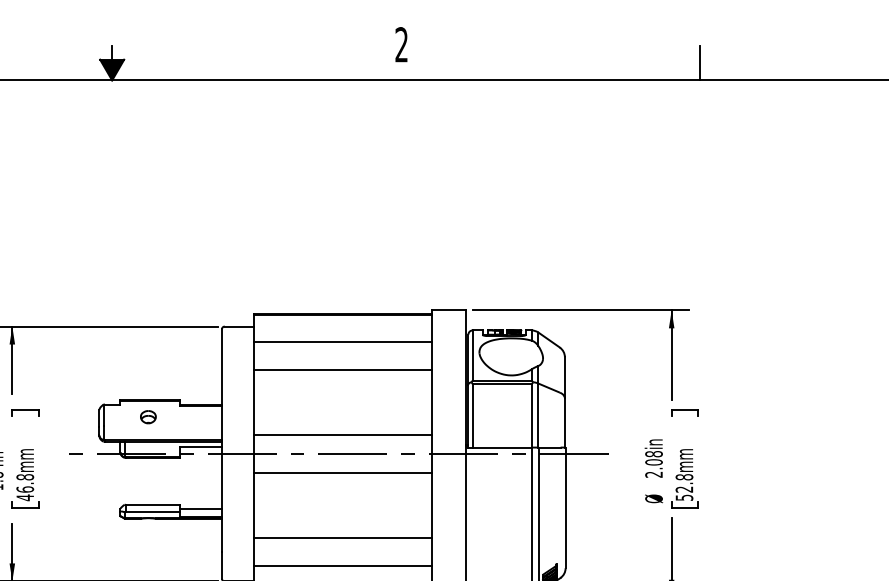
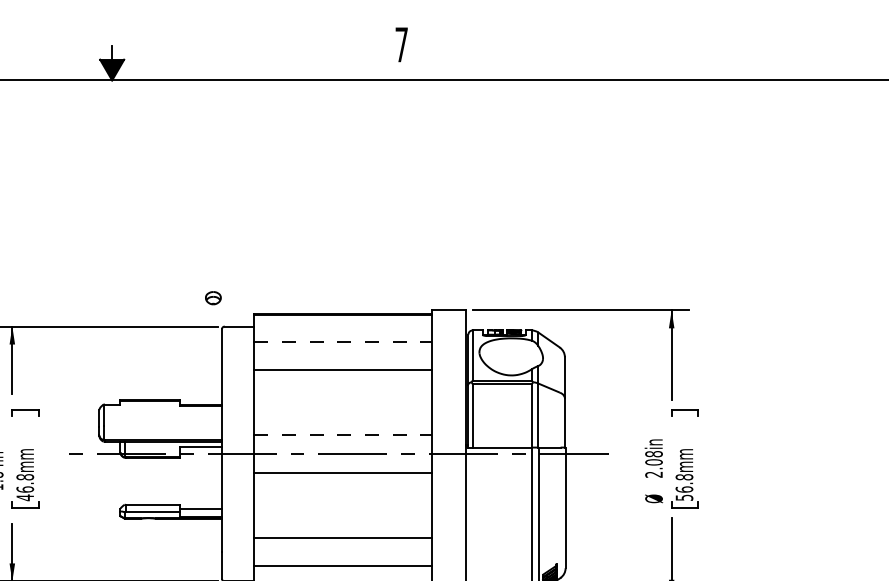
text at (401, 44): 2 -> 7
line at (699, 62): present -> none
line at (343, 342): solid -> dashed
part at (148, 417) position: (148, 417) -> (213, 298)
line at (343, 434): solid -> dashed
text at (684, 489): 52.8mm -> 56.8mm
